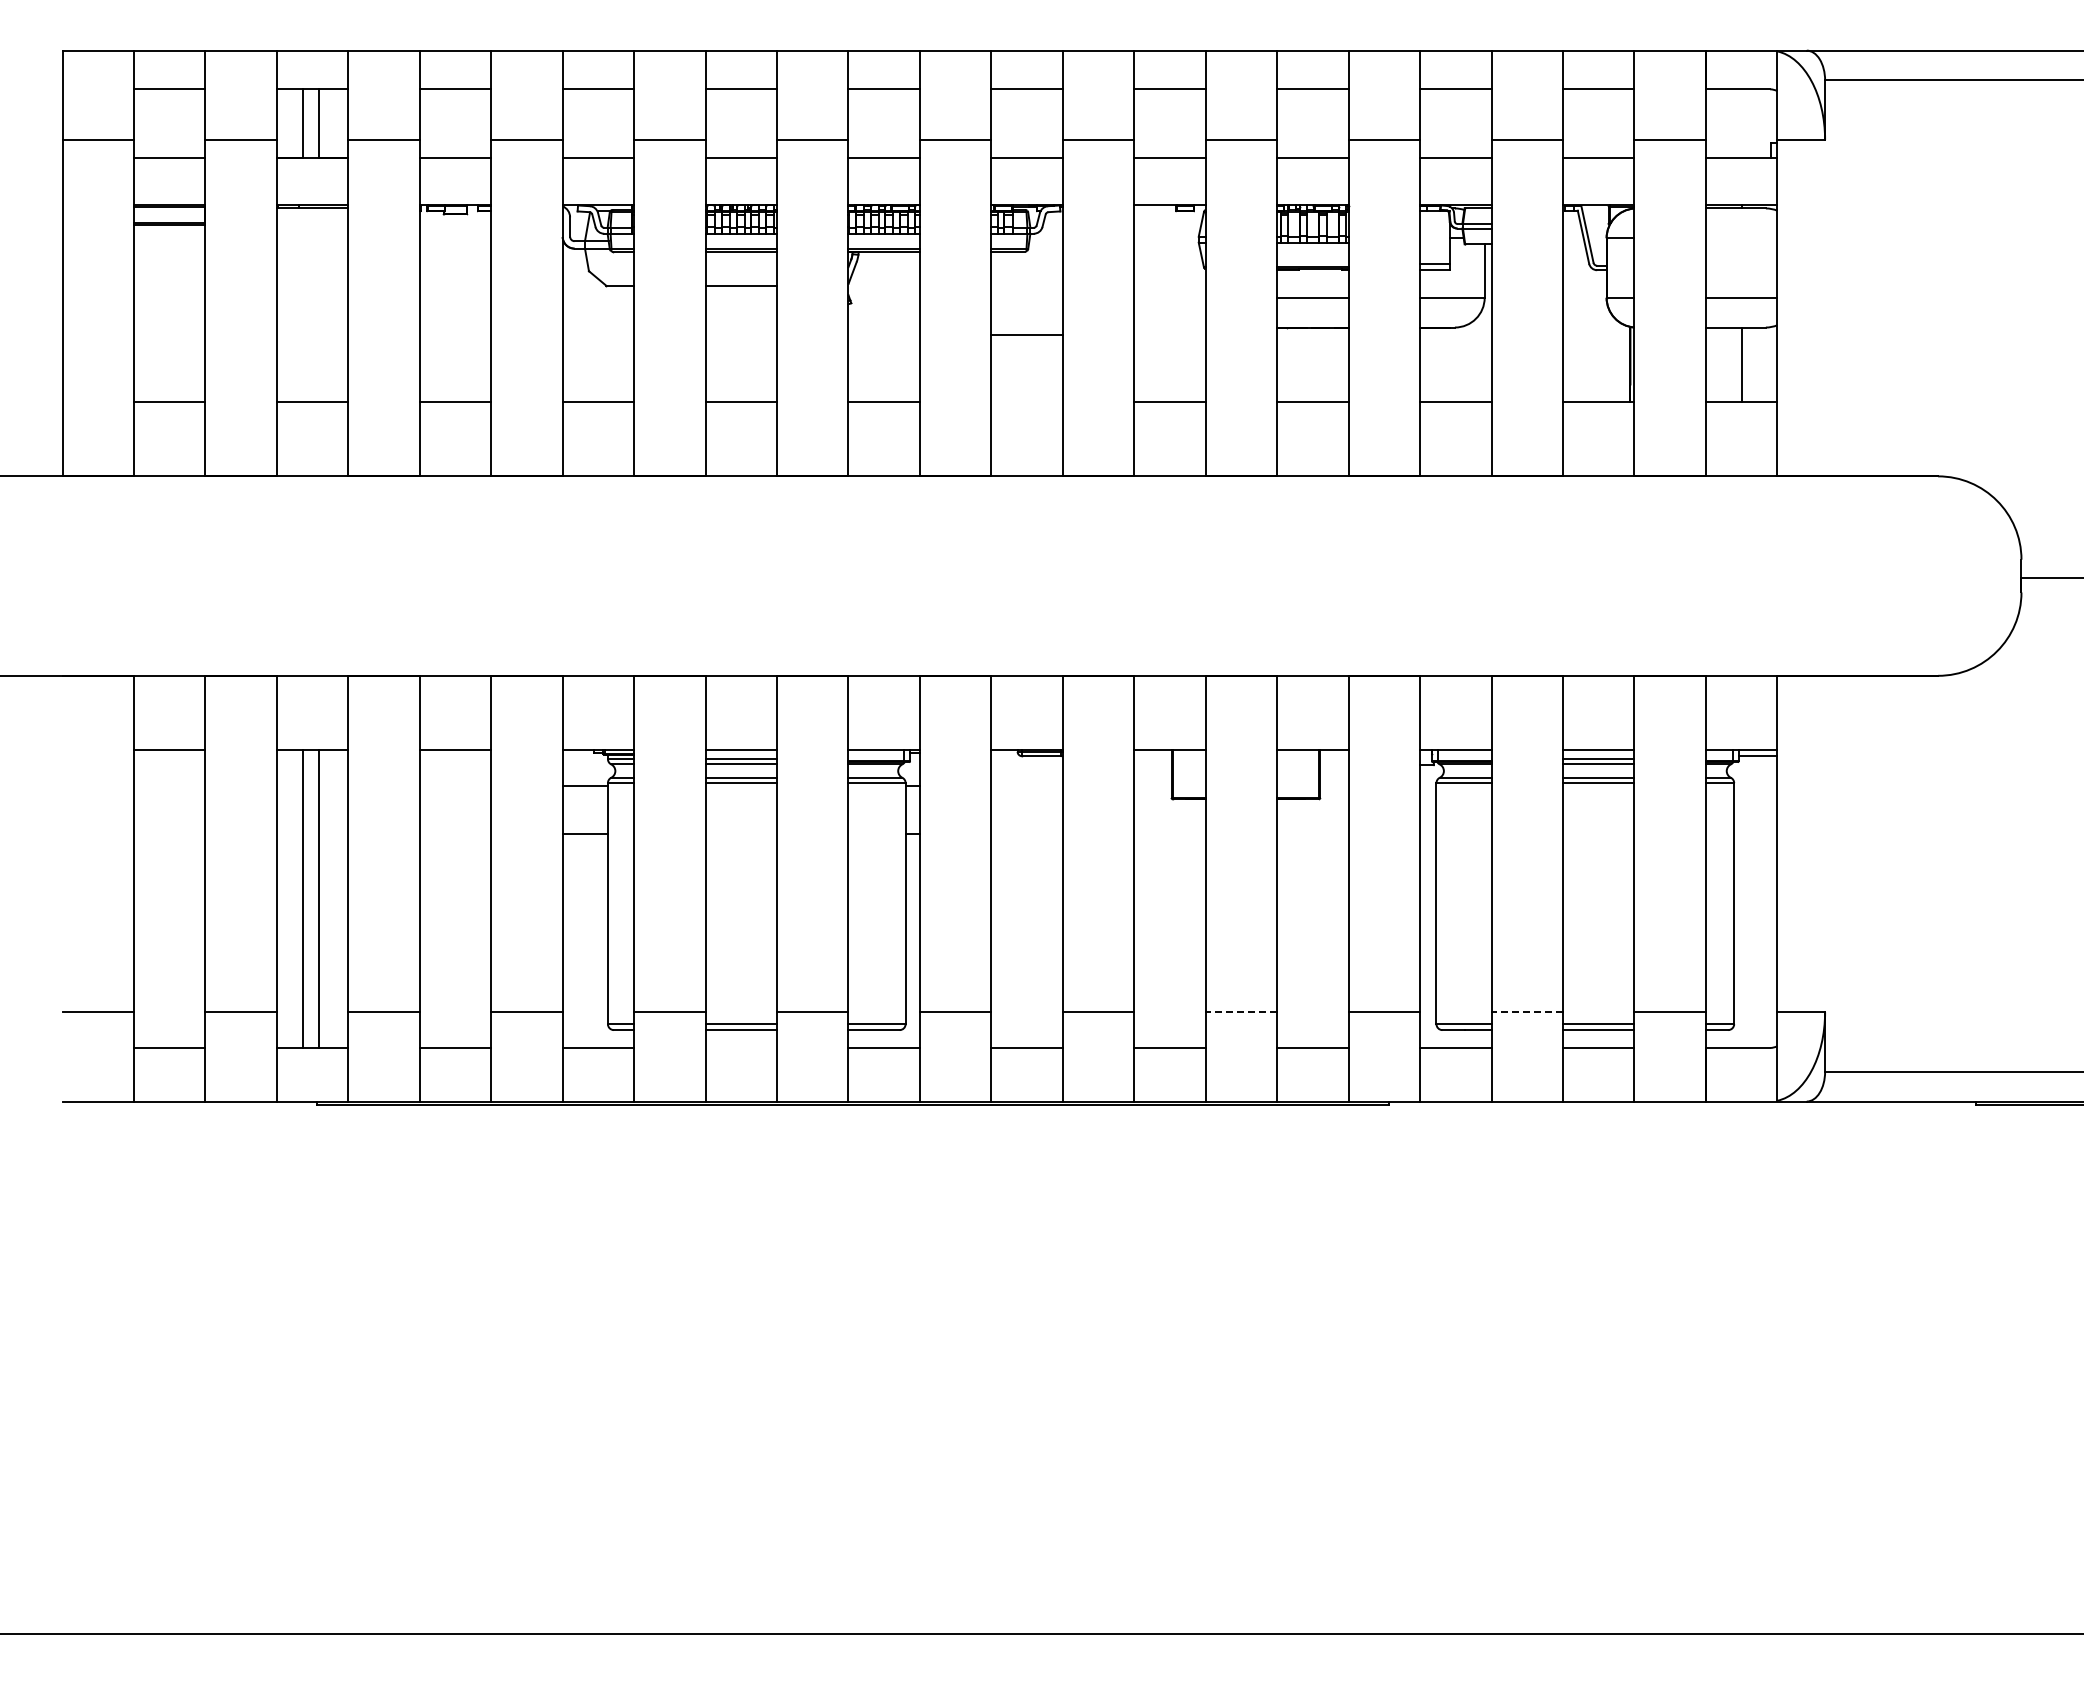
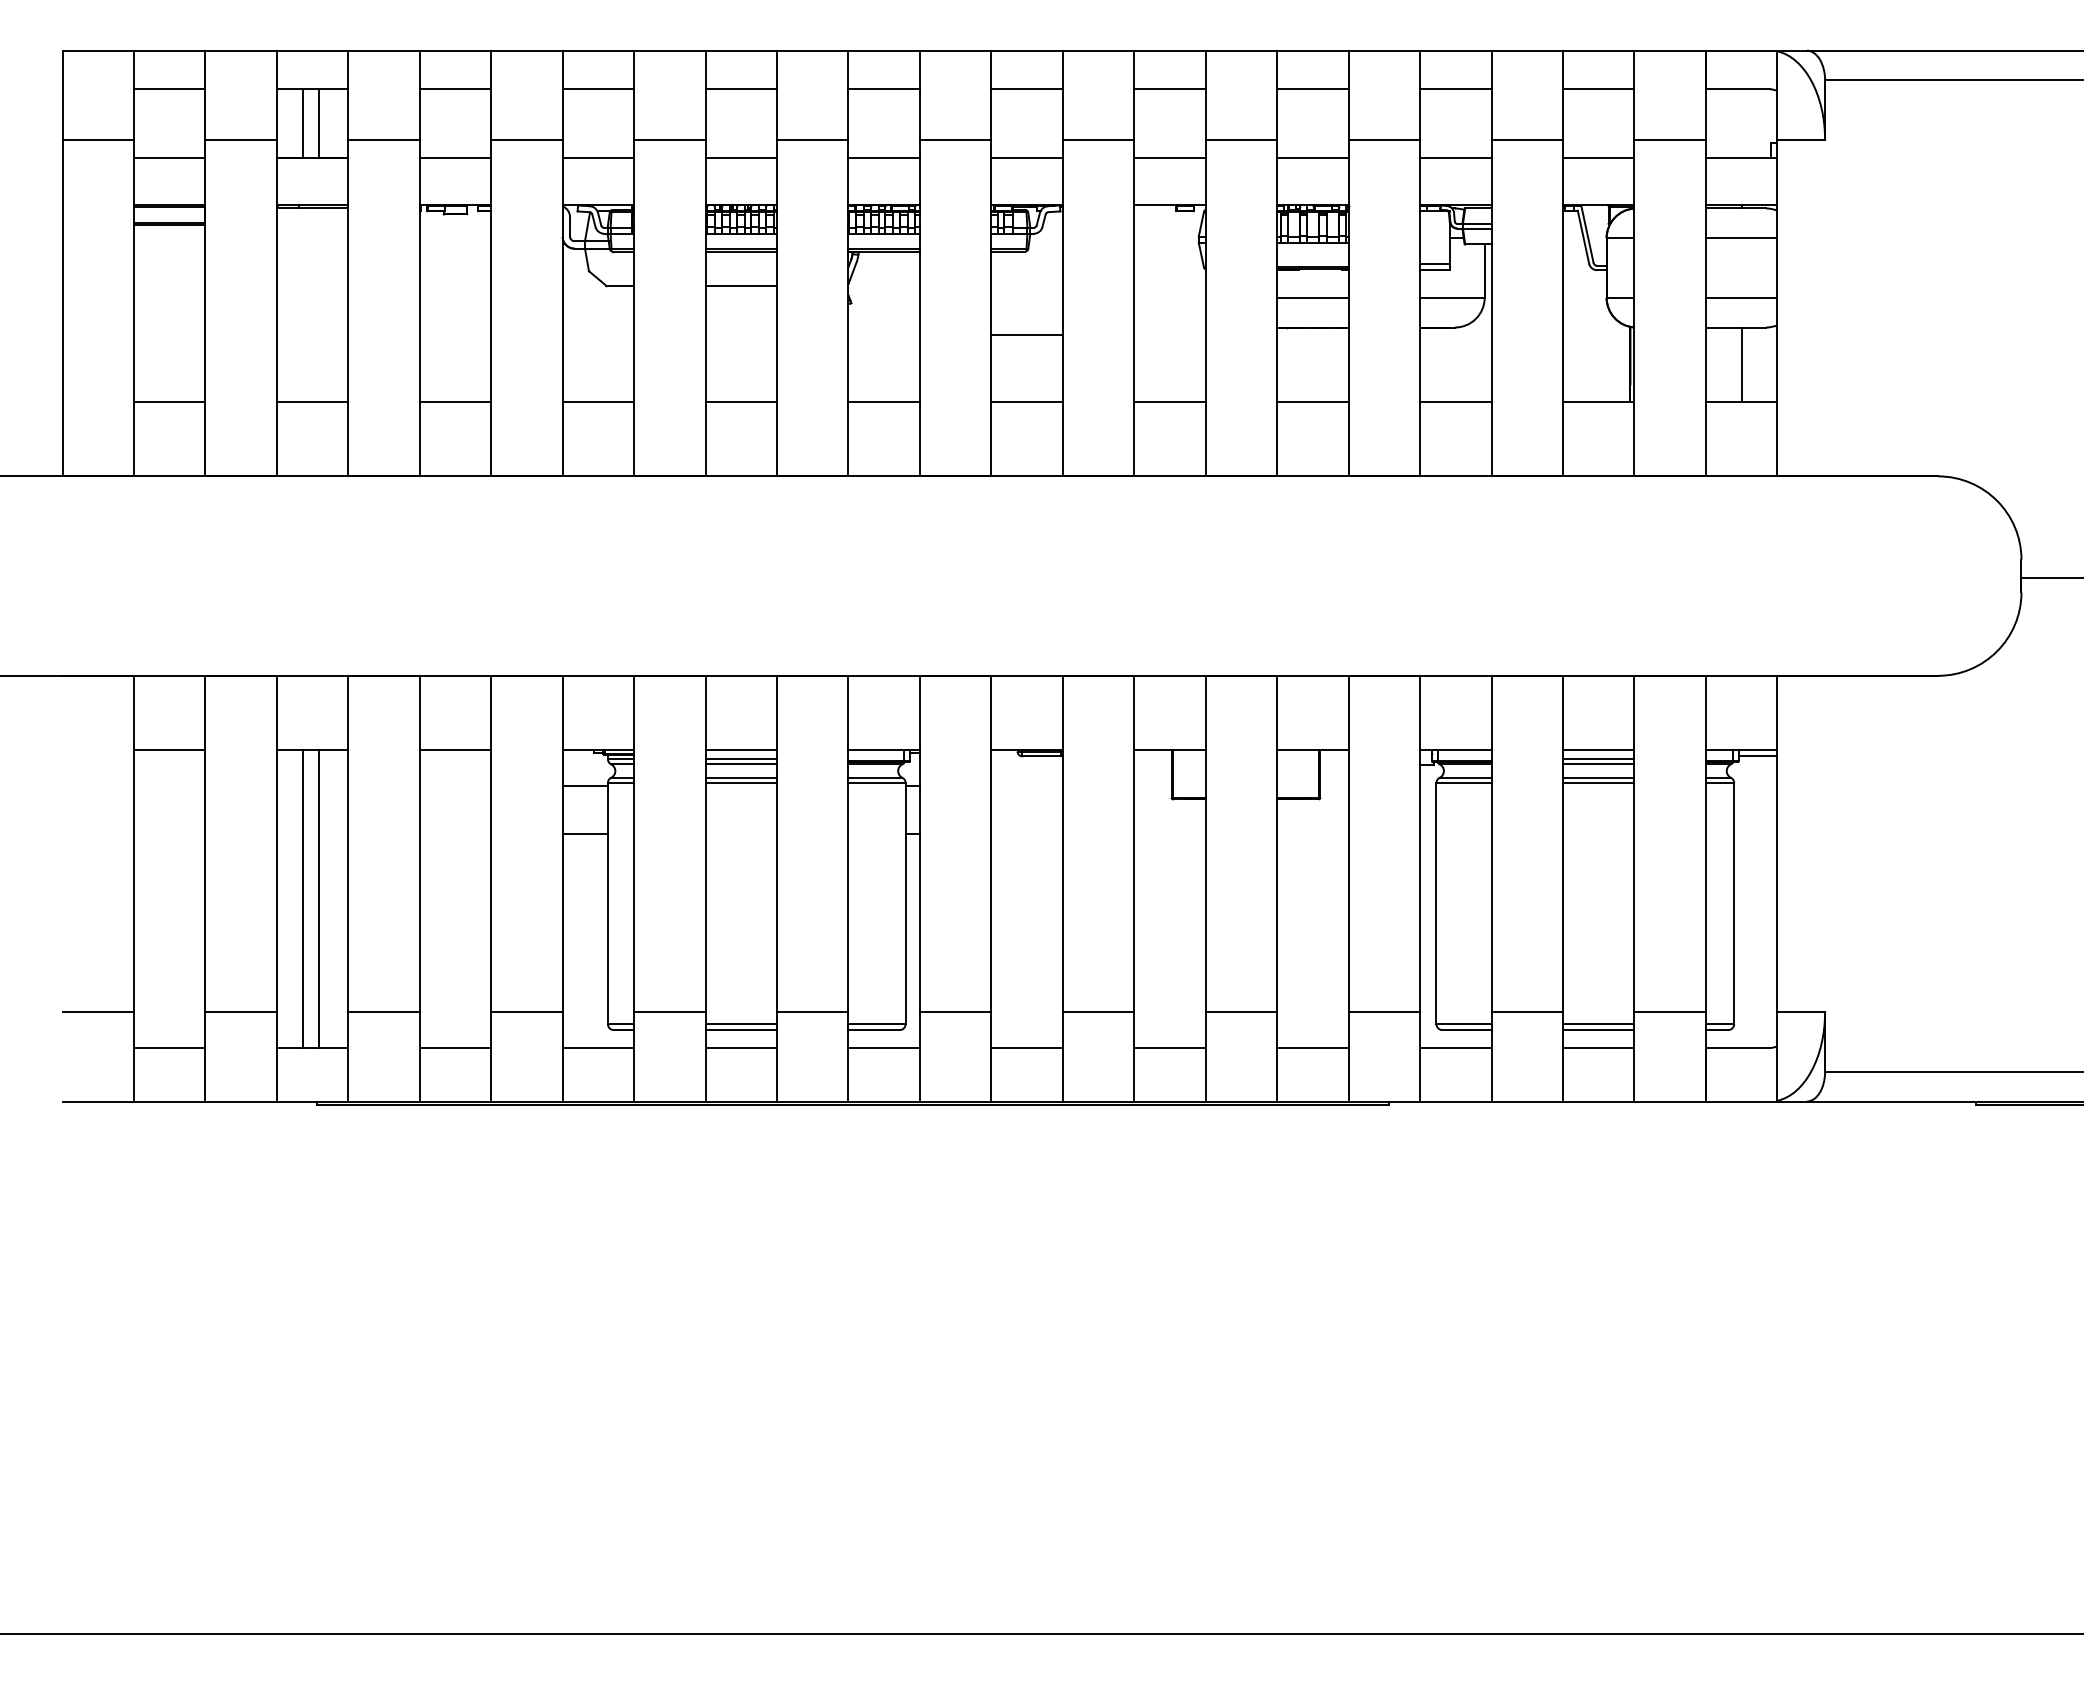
line at (1741, 238): none -> present
line at (1026, 401): none -> present
line at (1241, 1012): dashed -> solid
line at (1527, 1012): dashed -> solid
line at (741, 1047): none -> present
